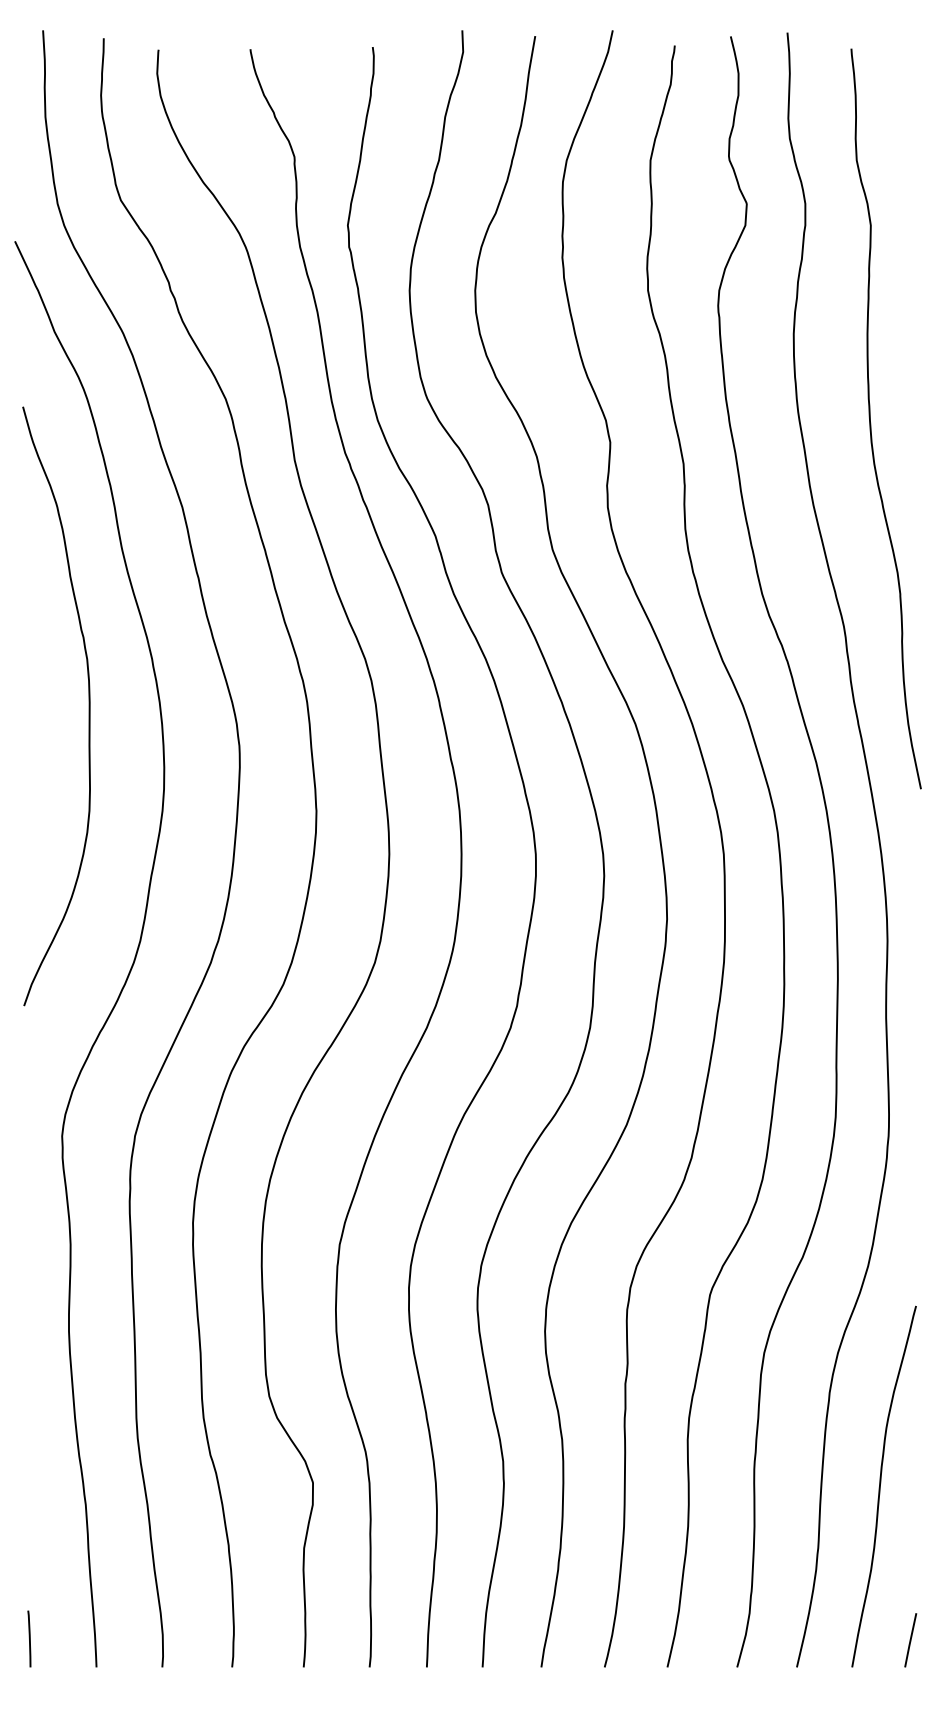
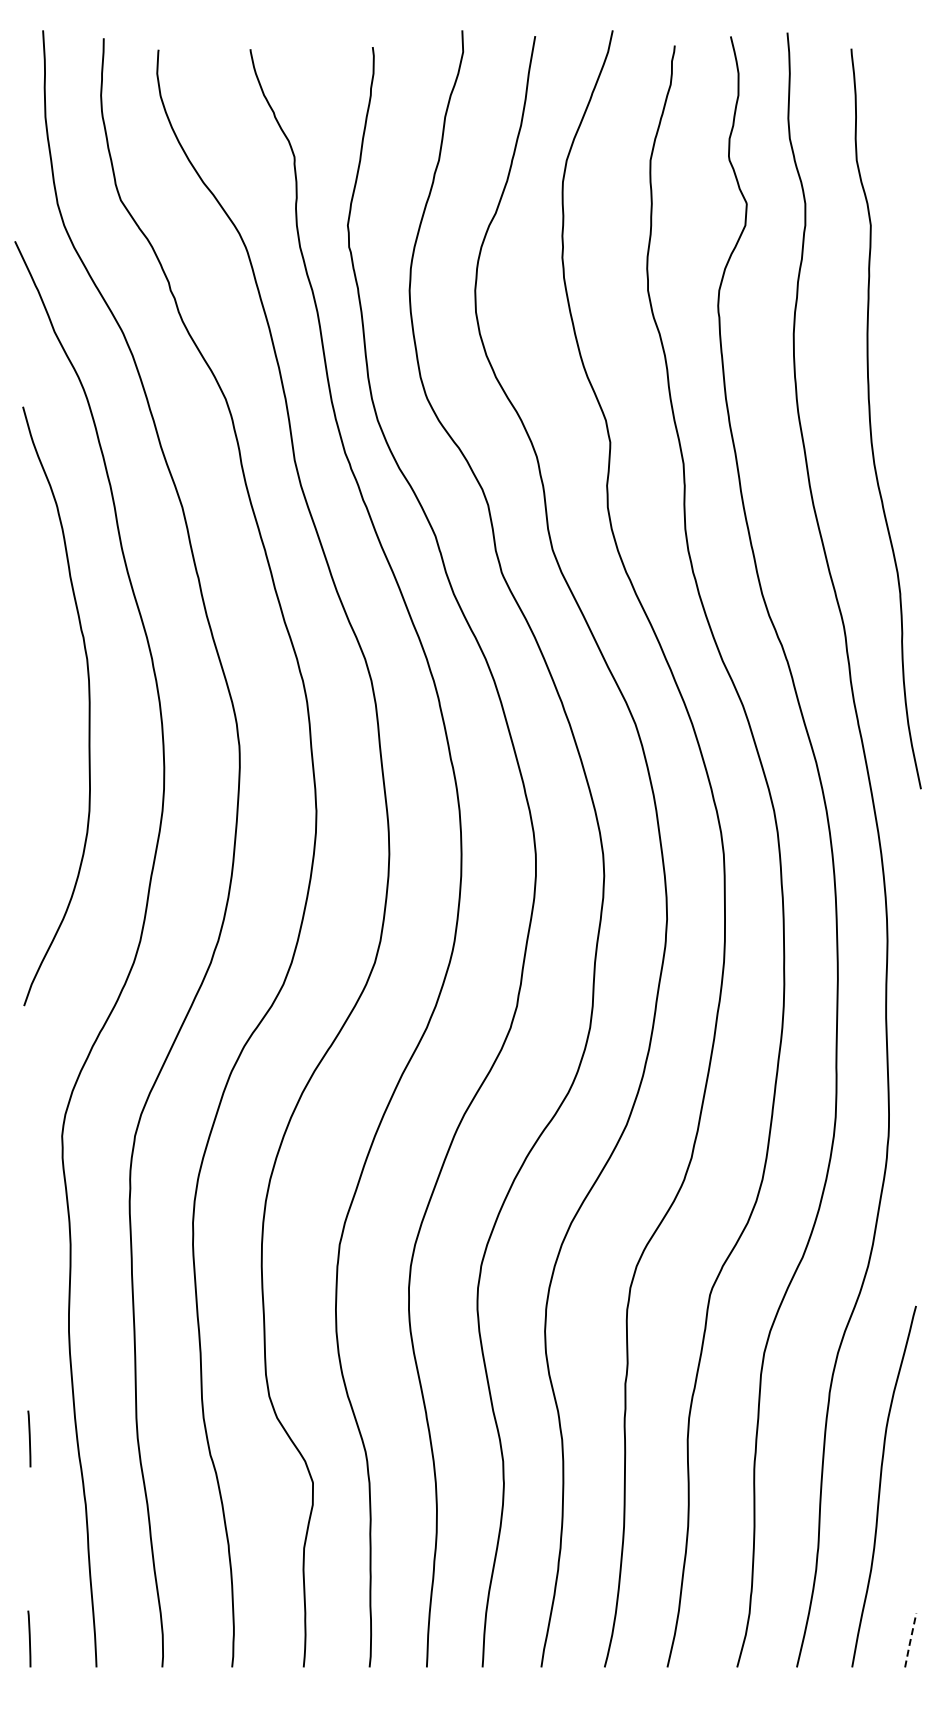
line at (29, 1438): none -> present
line at (910, 1640): solid -> dashed
